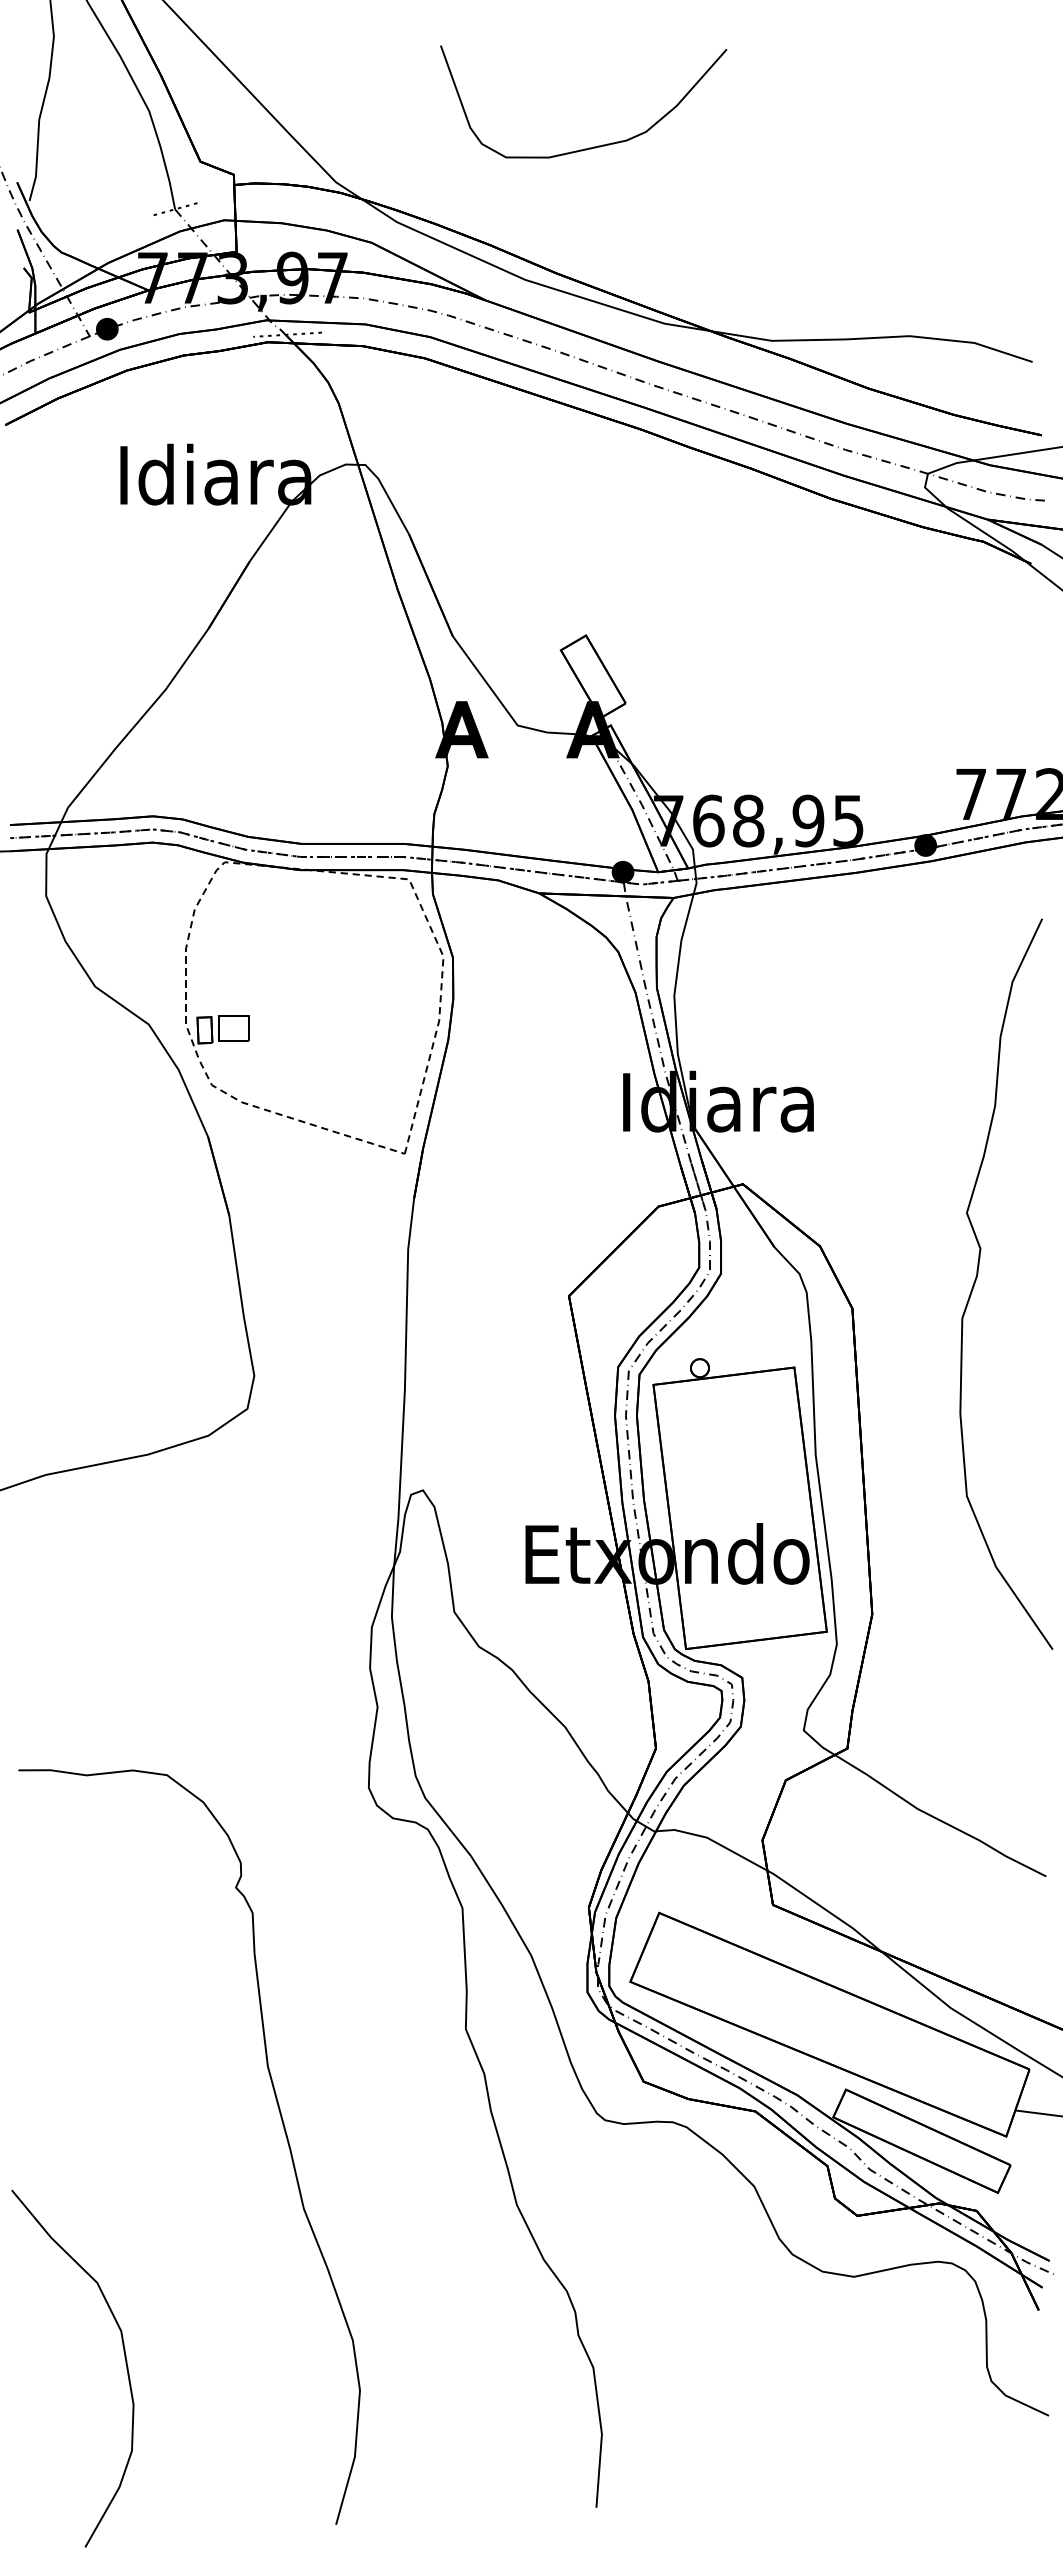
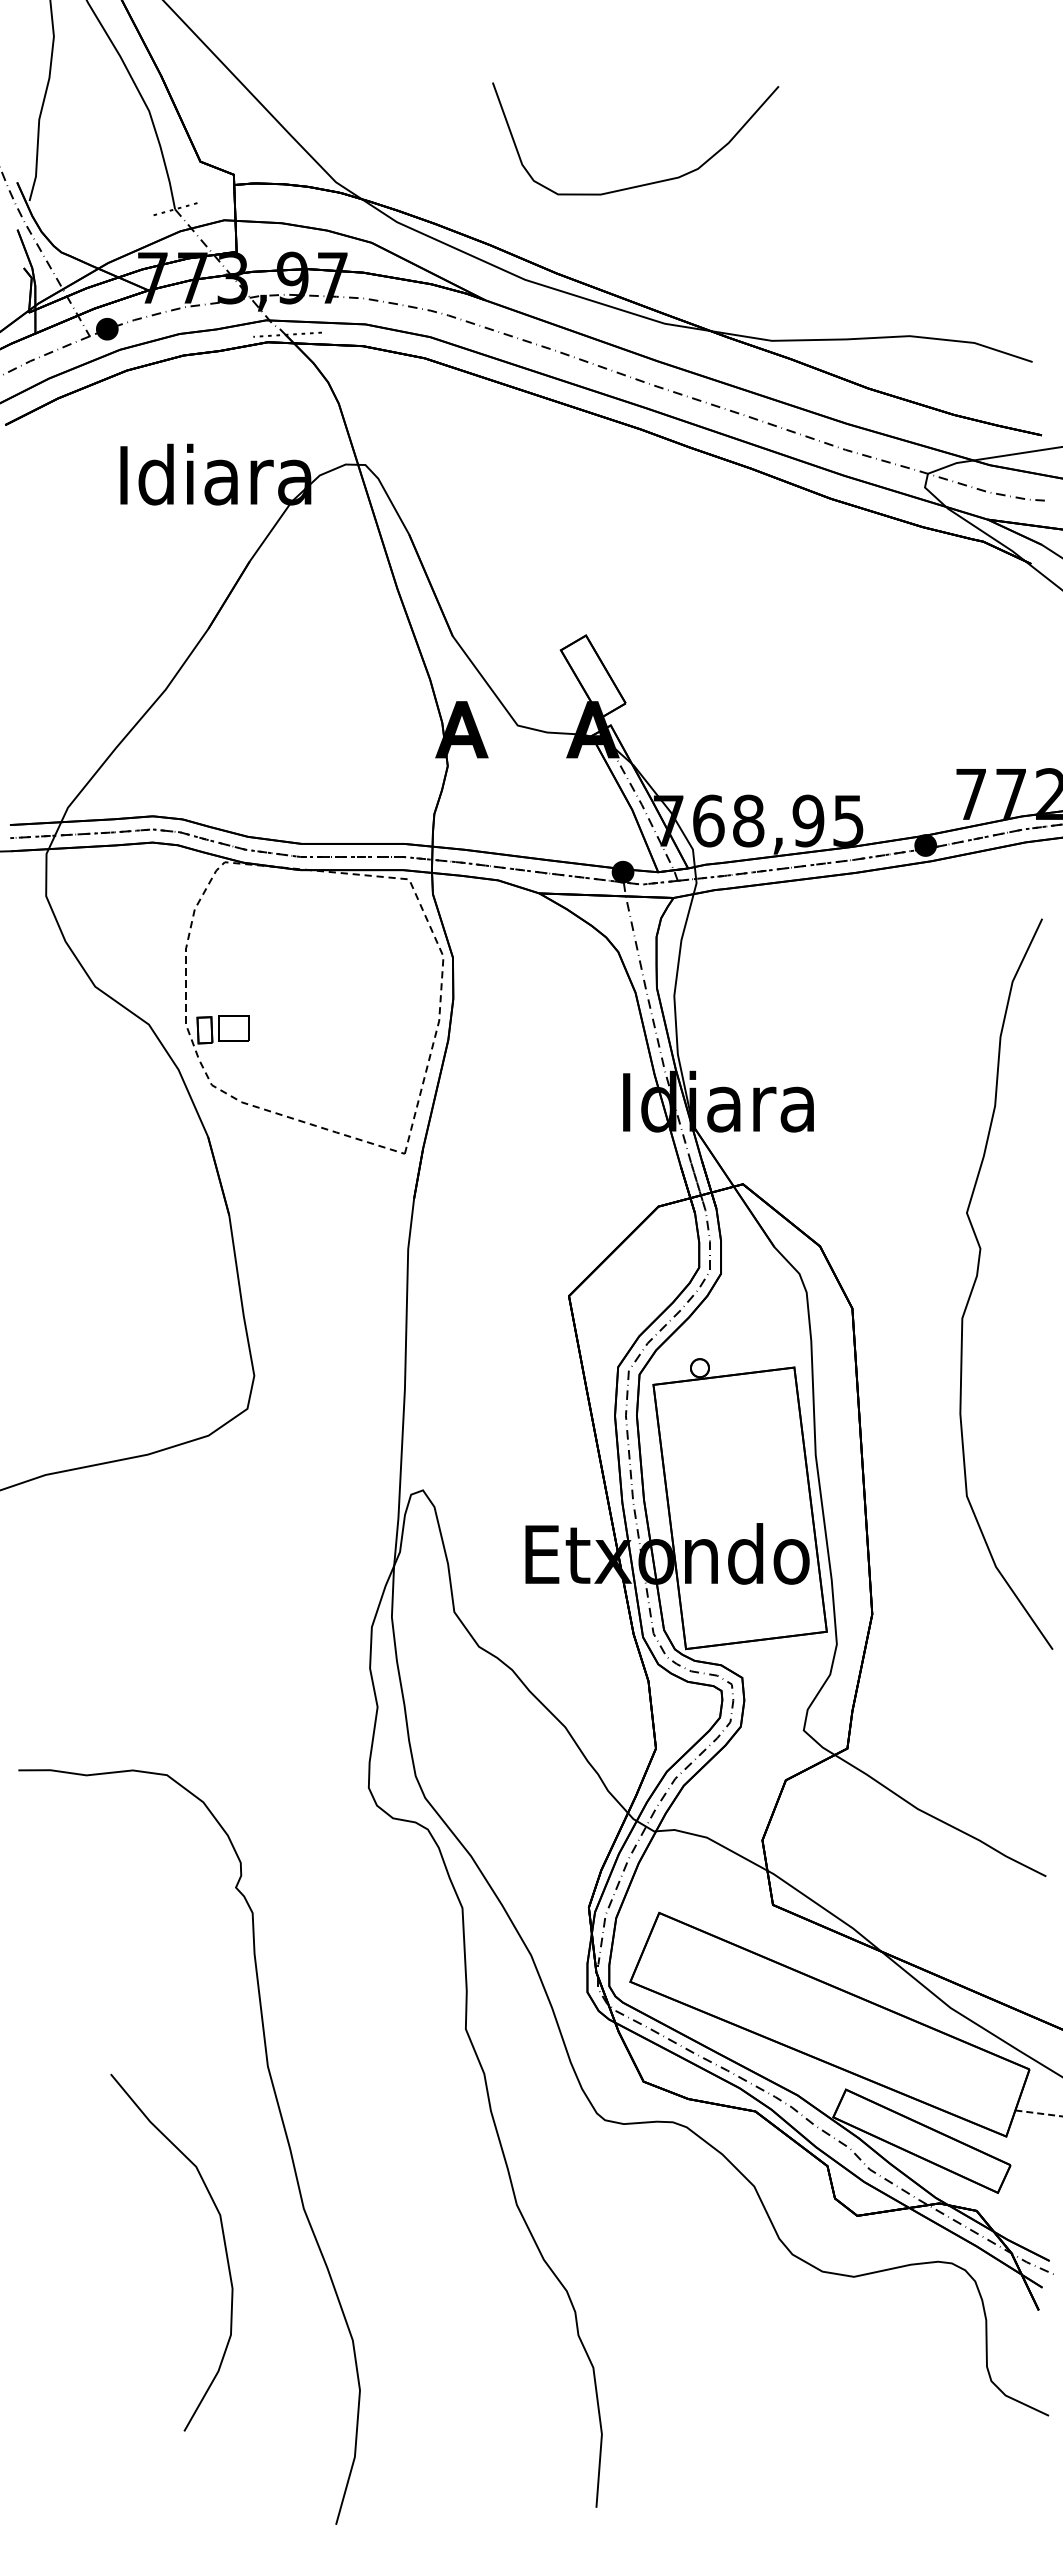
curve at (593, 146) position: (593, 146) -> (645, 183)
line at (1039, 2113): solid -> dashed
curve at (124, 2358) position: (124, 2358) -> (223, 2242)
